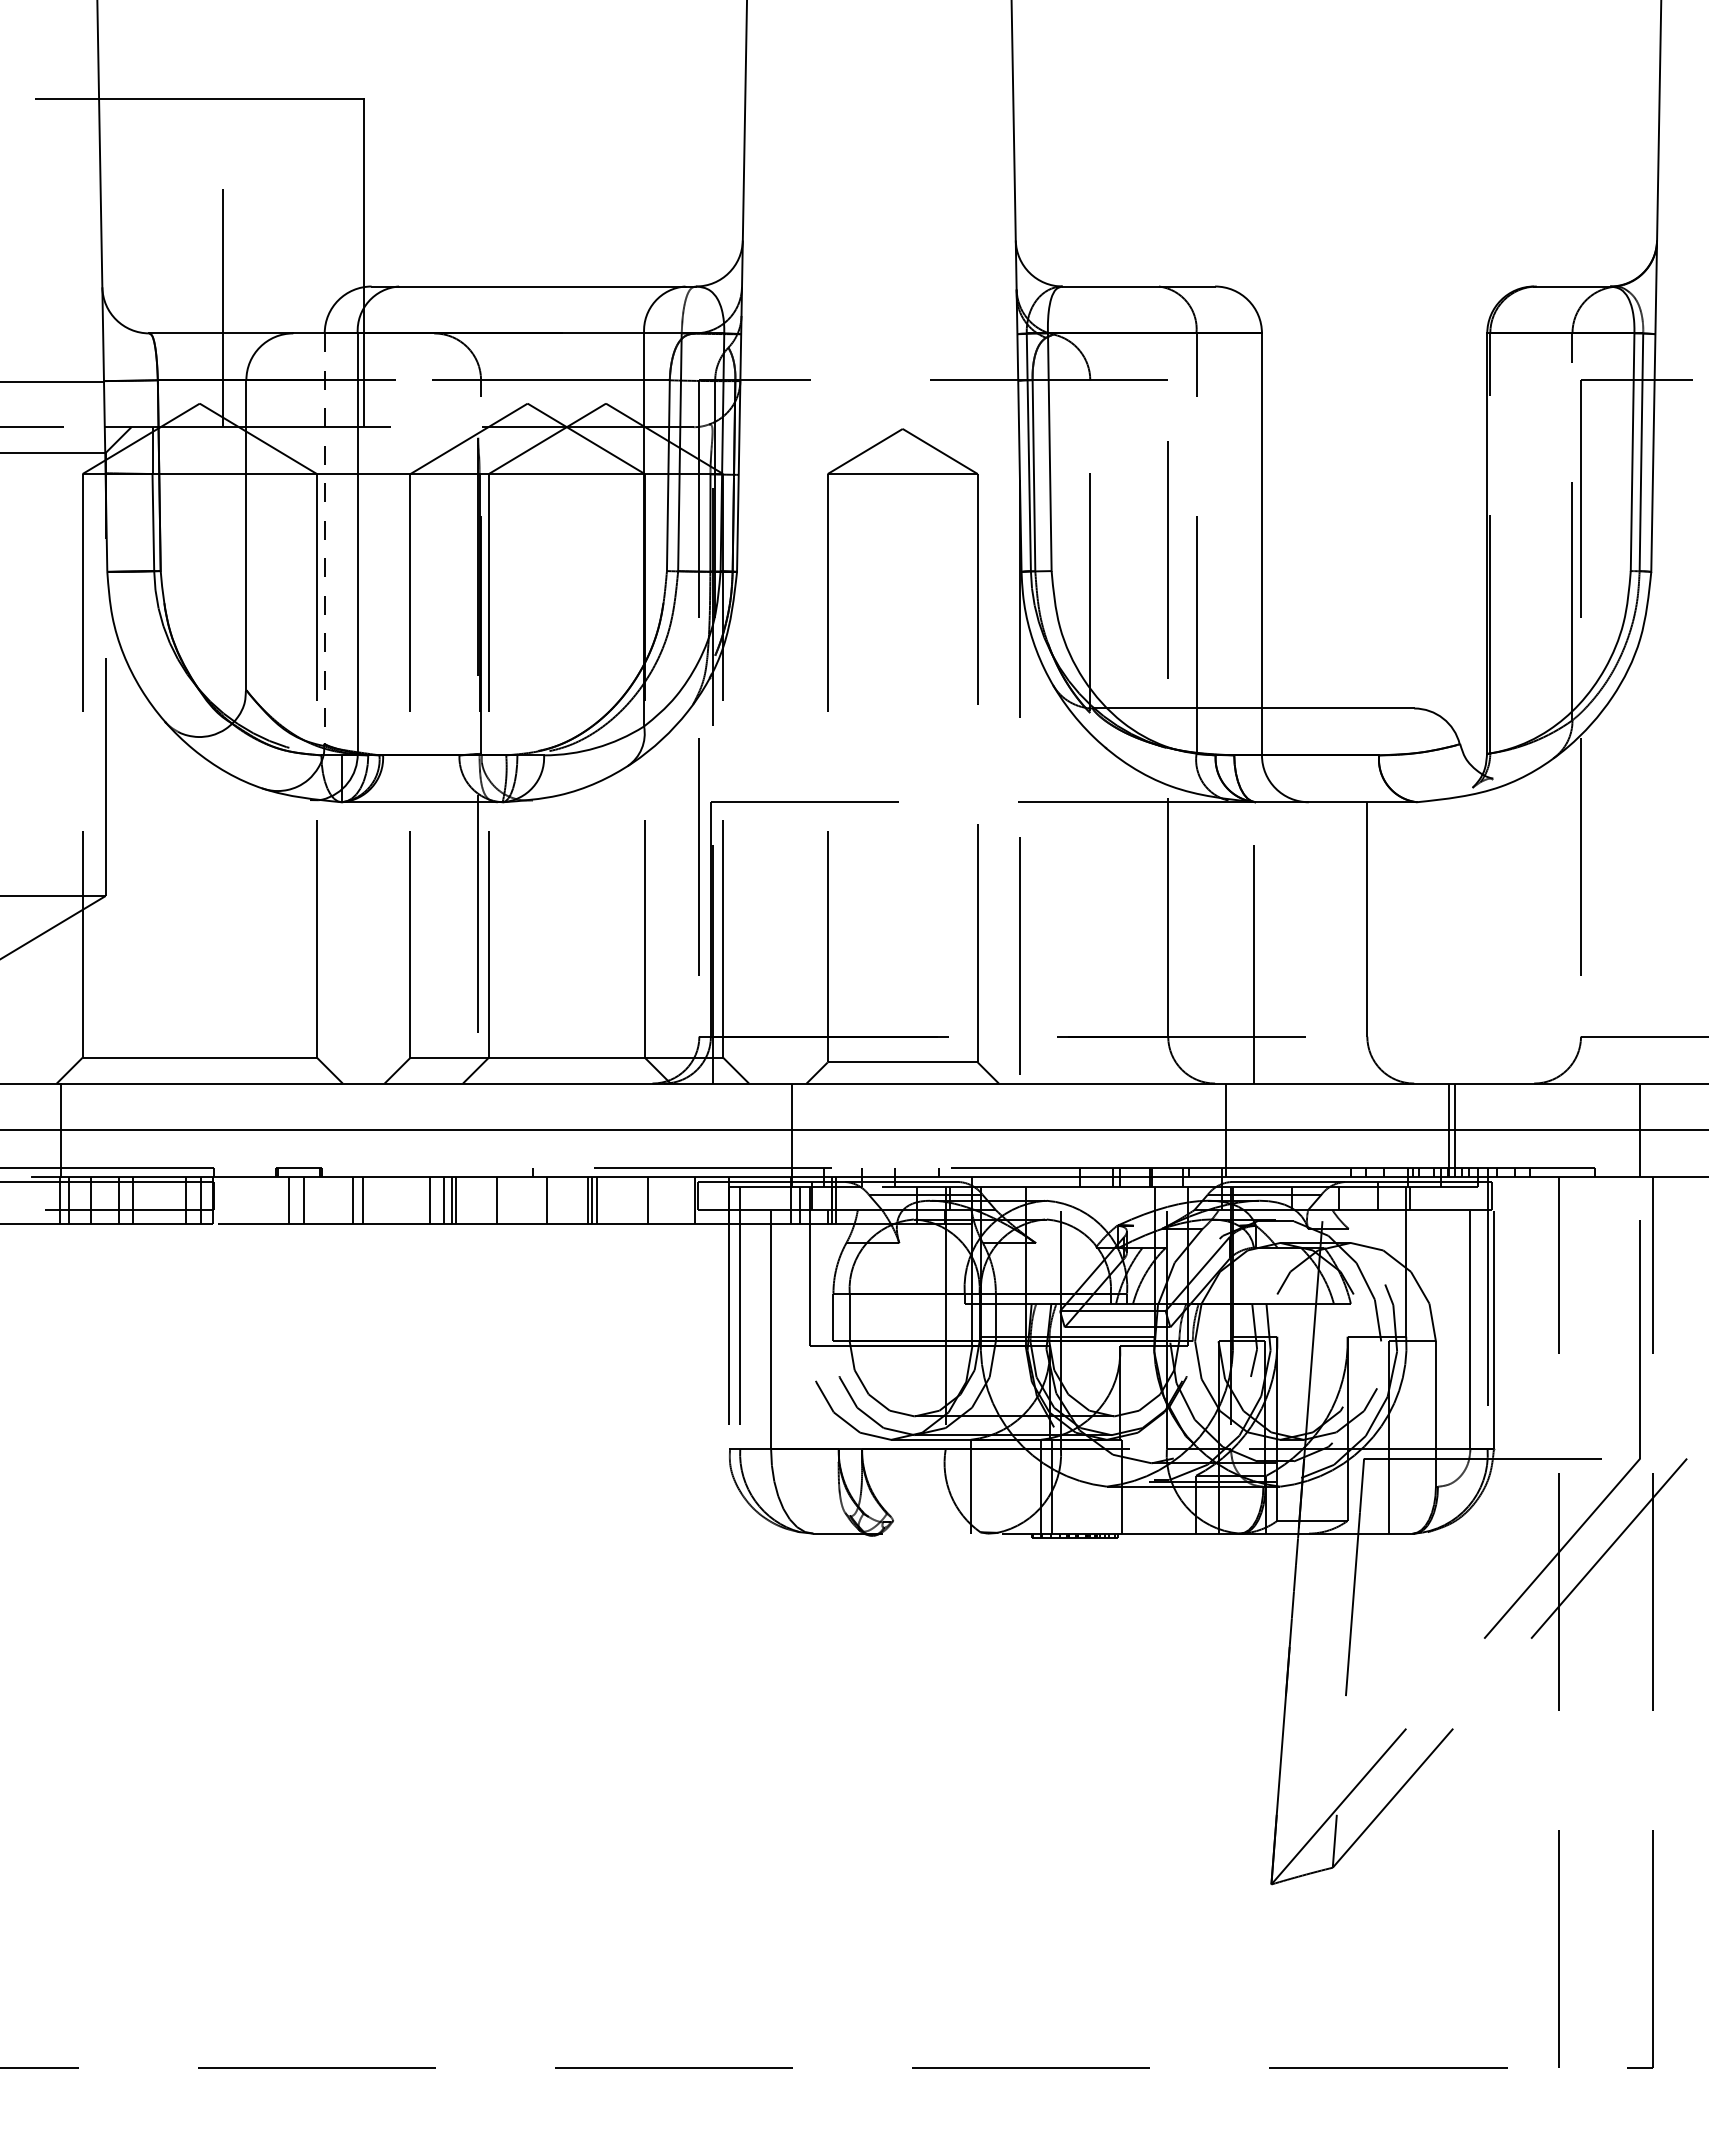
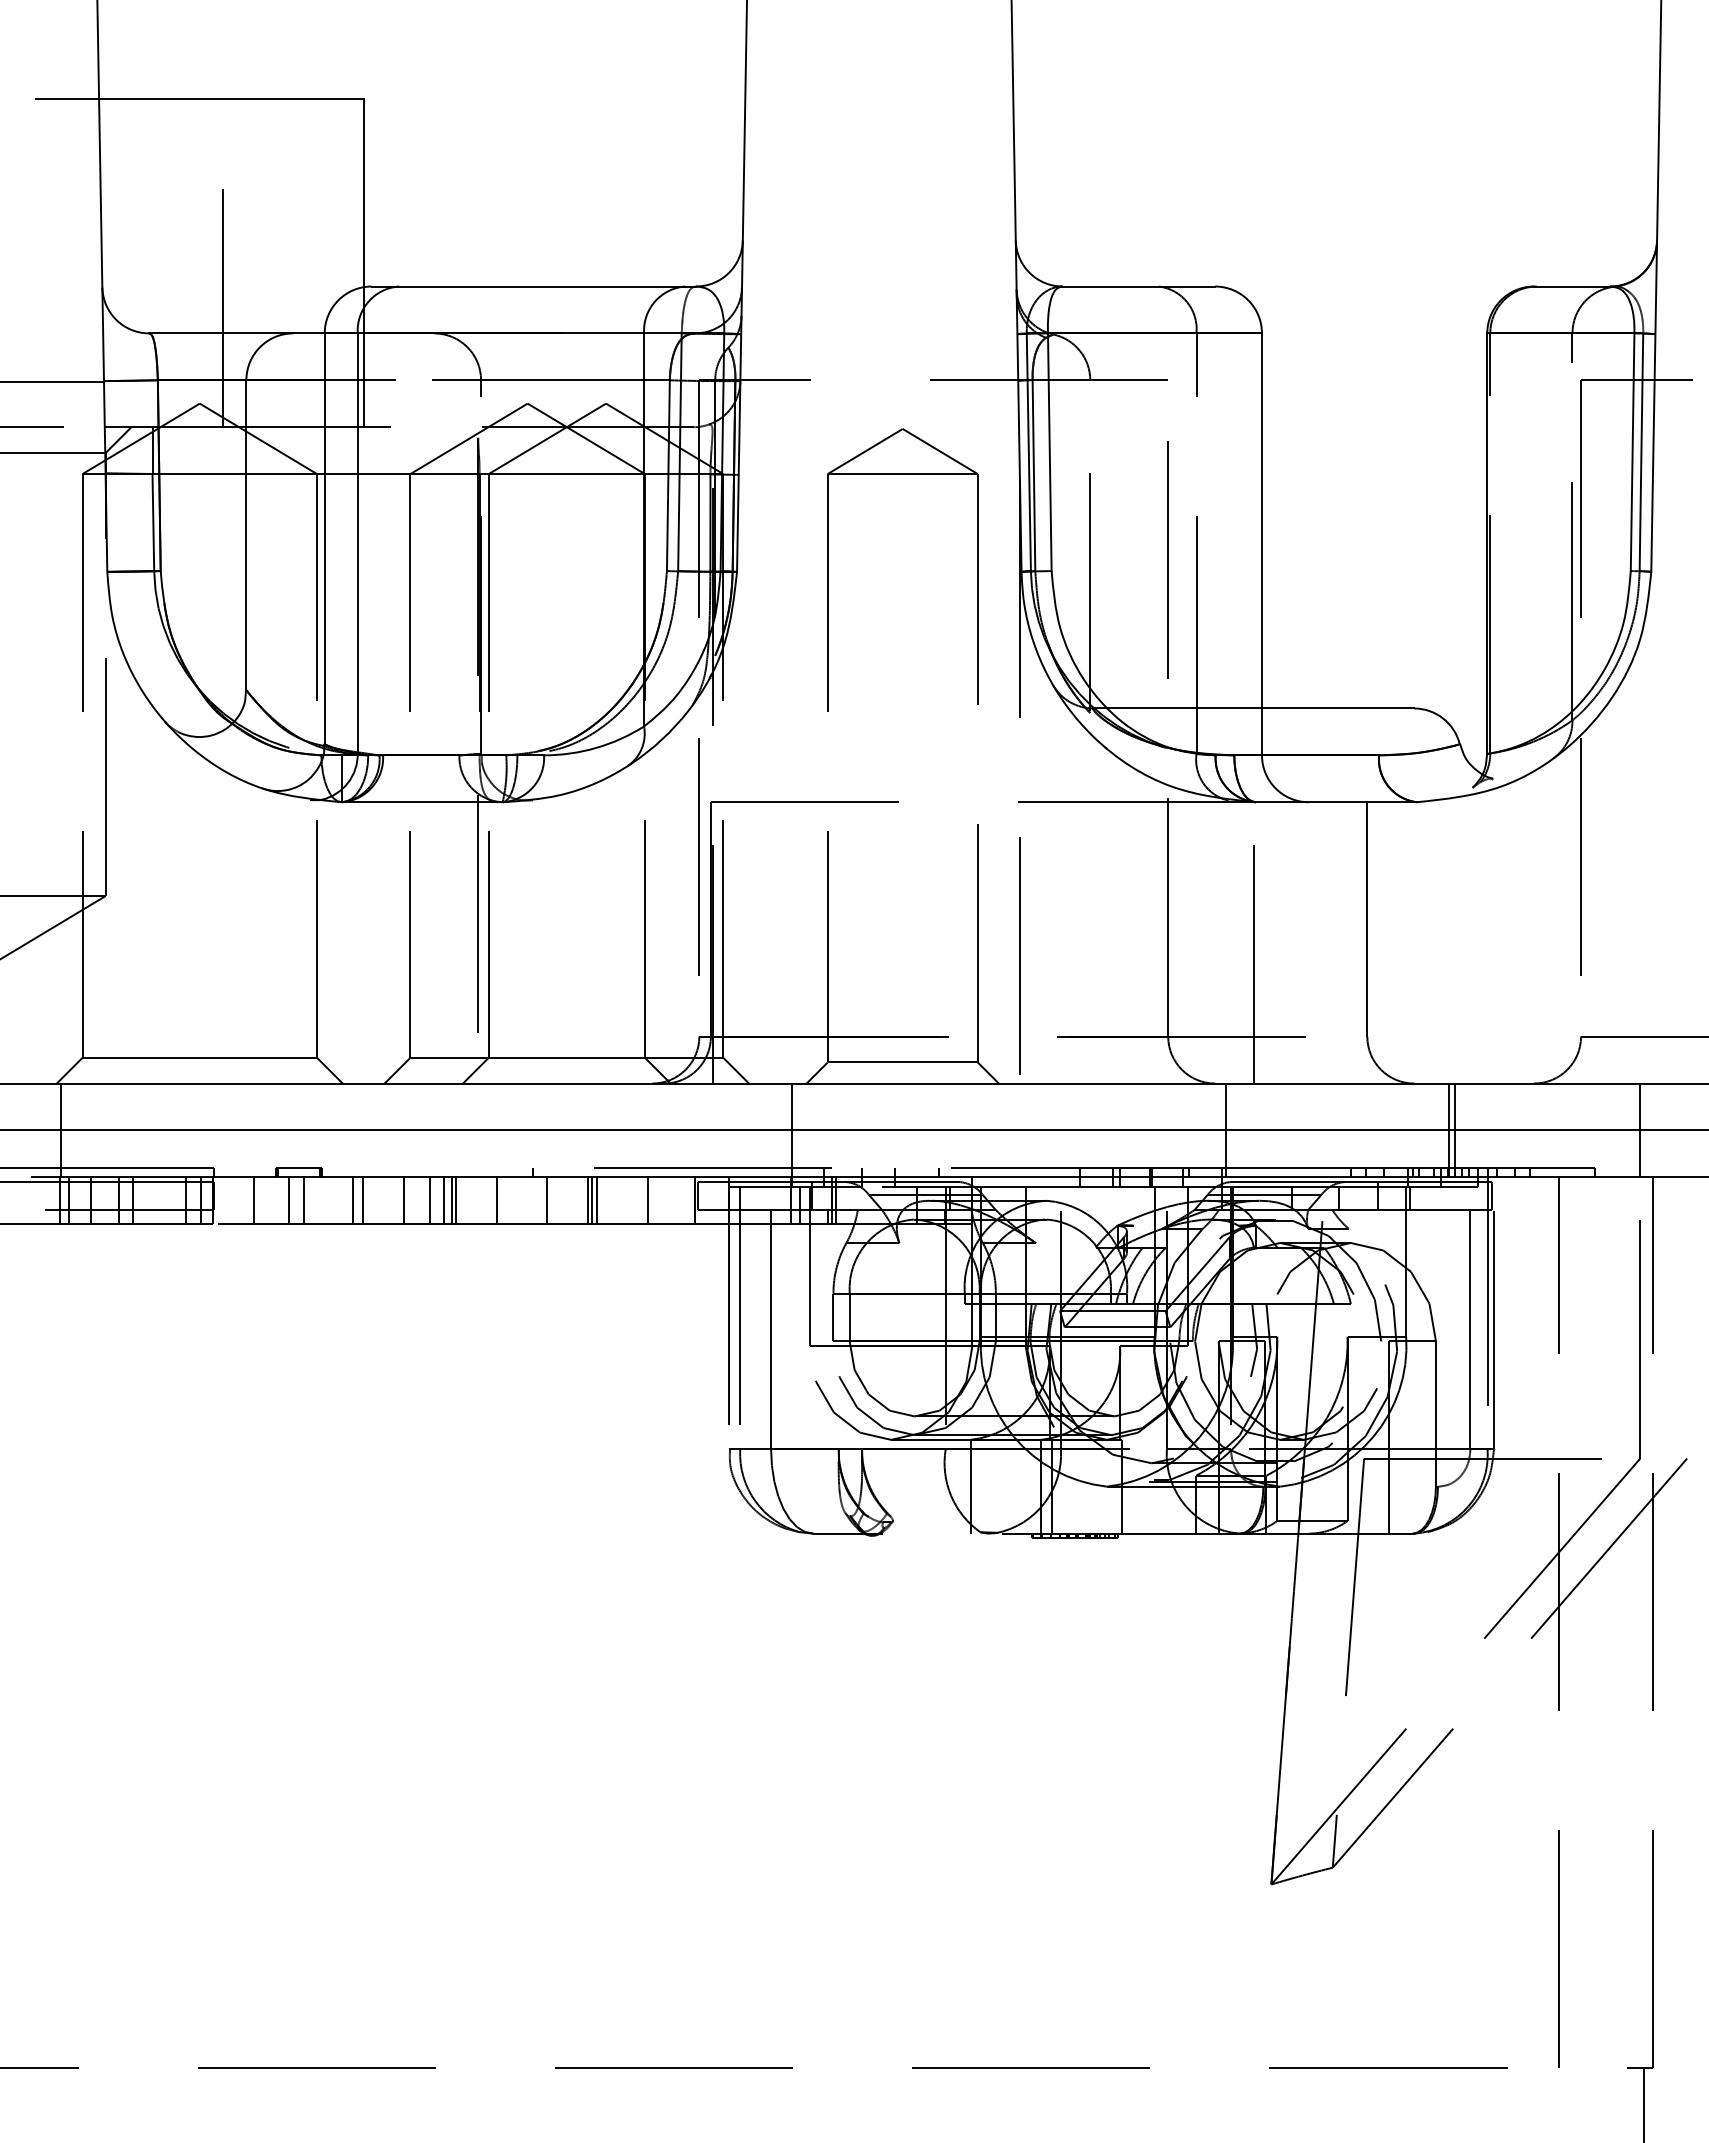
line at (324, 538): dashed -> solid
line at (253, 1200): none -> present
line at (404, 1200): none -> present
line at (1643, 2103): none -> present
